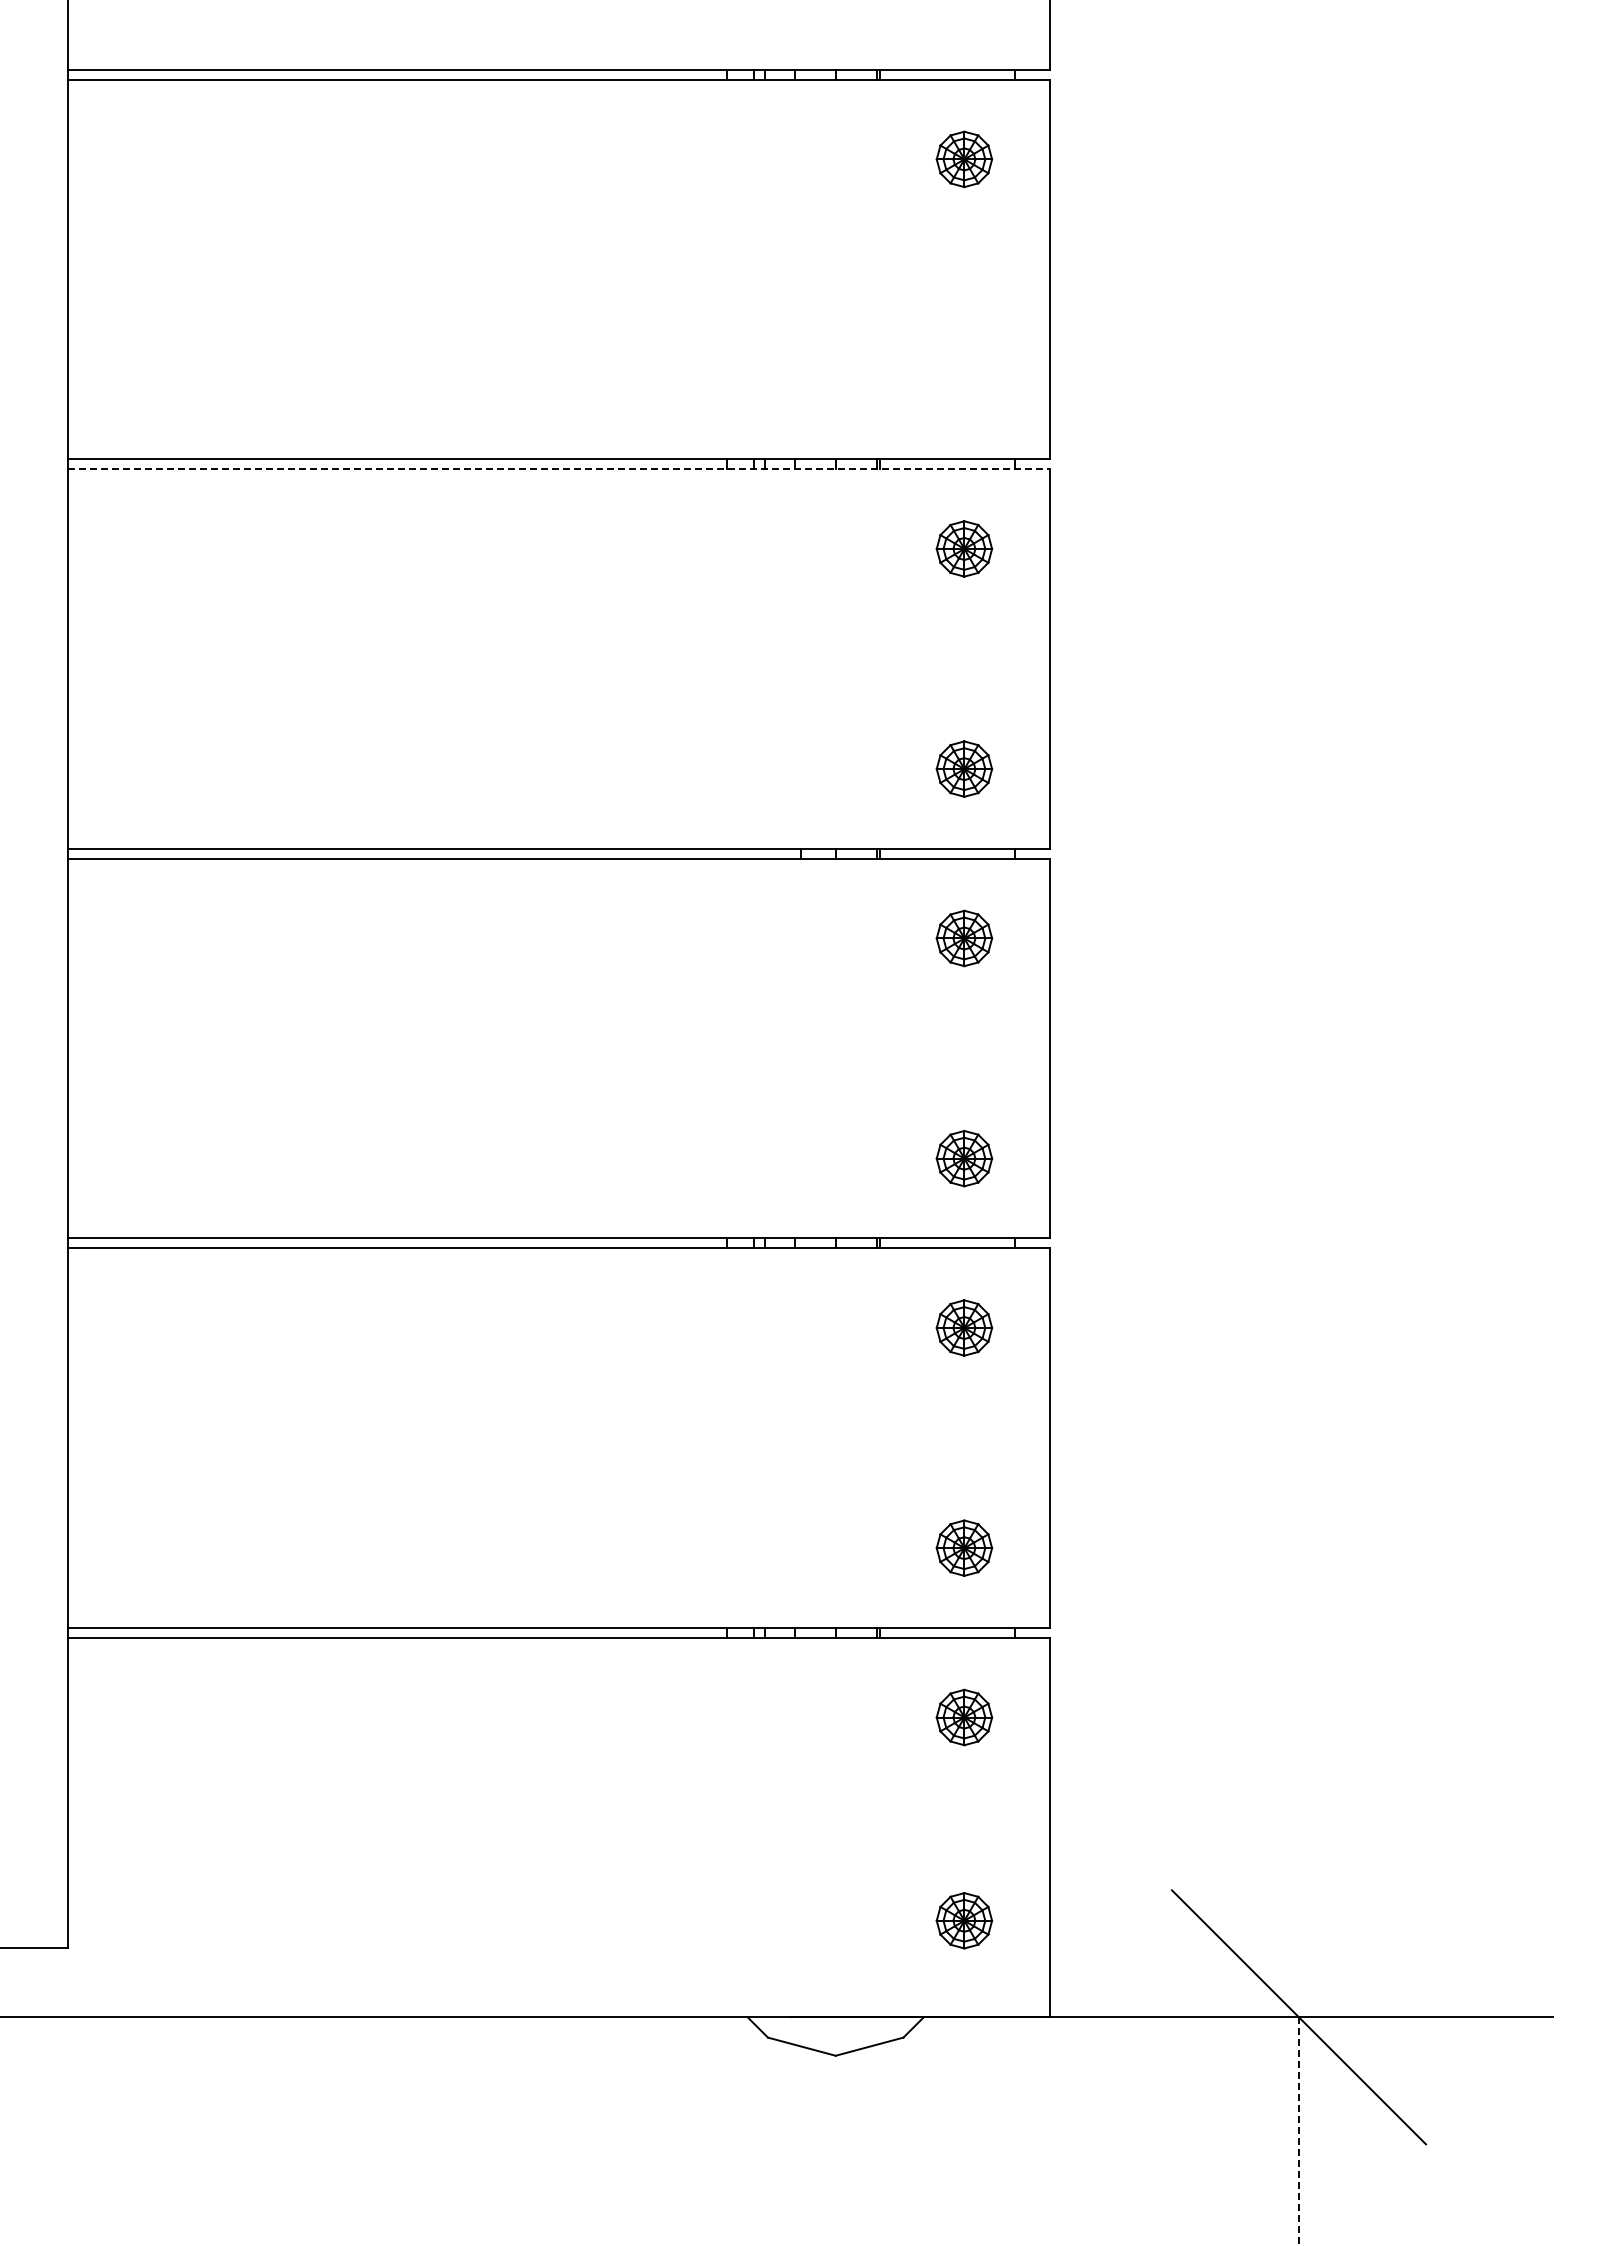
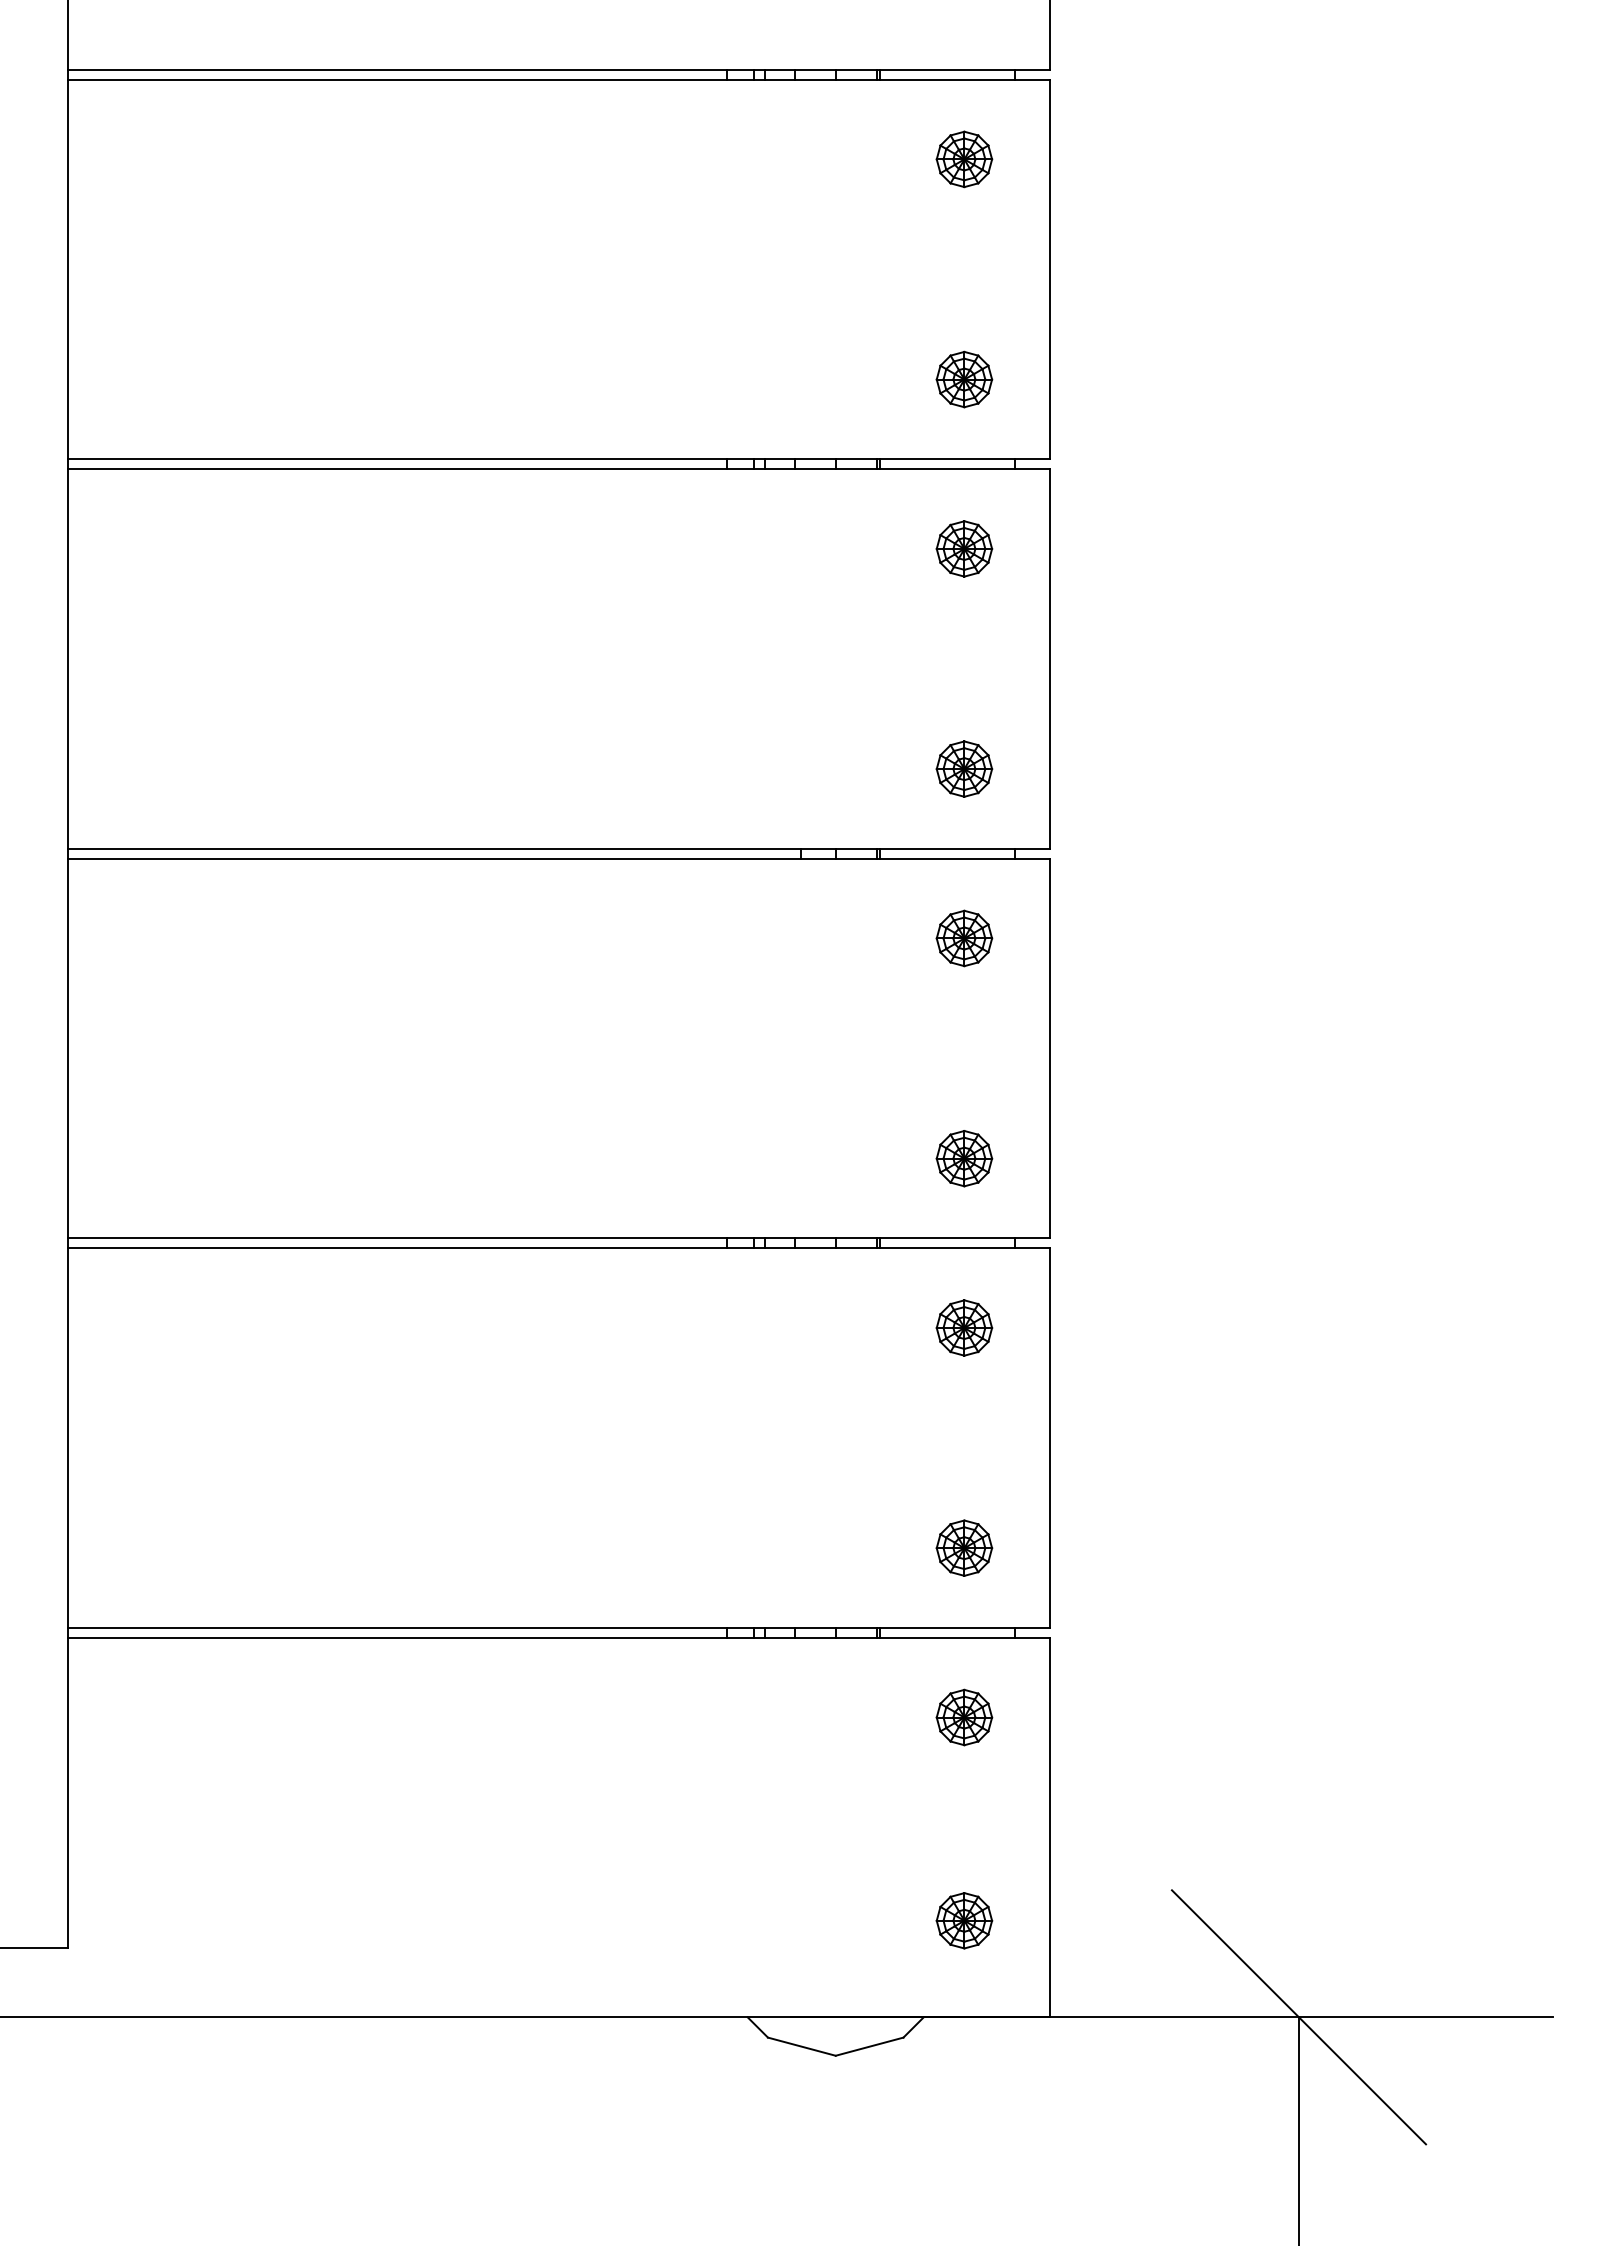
part at (964, 379): none -> present
line at (559, 469): dashed -> solid
line at (1298, 2131): dashed -> solid
